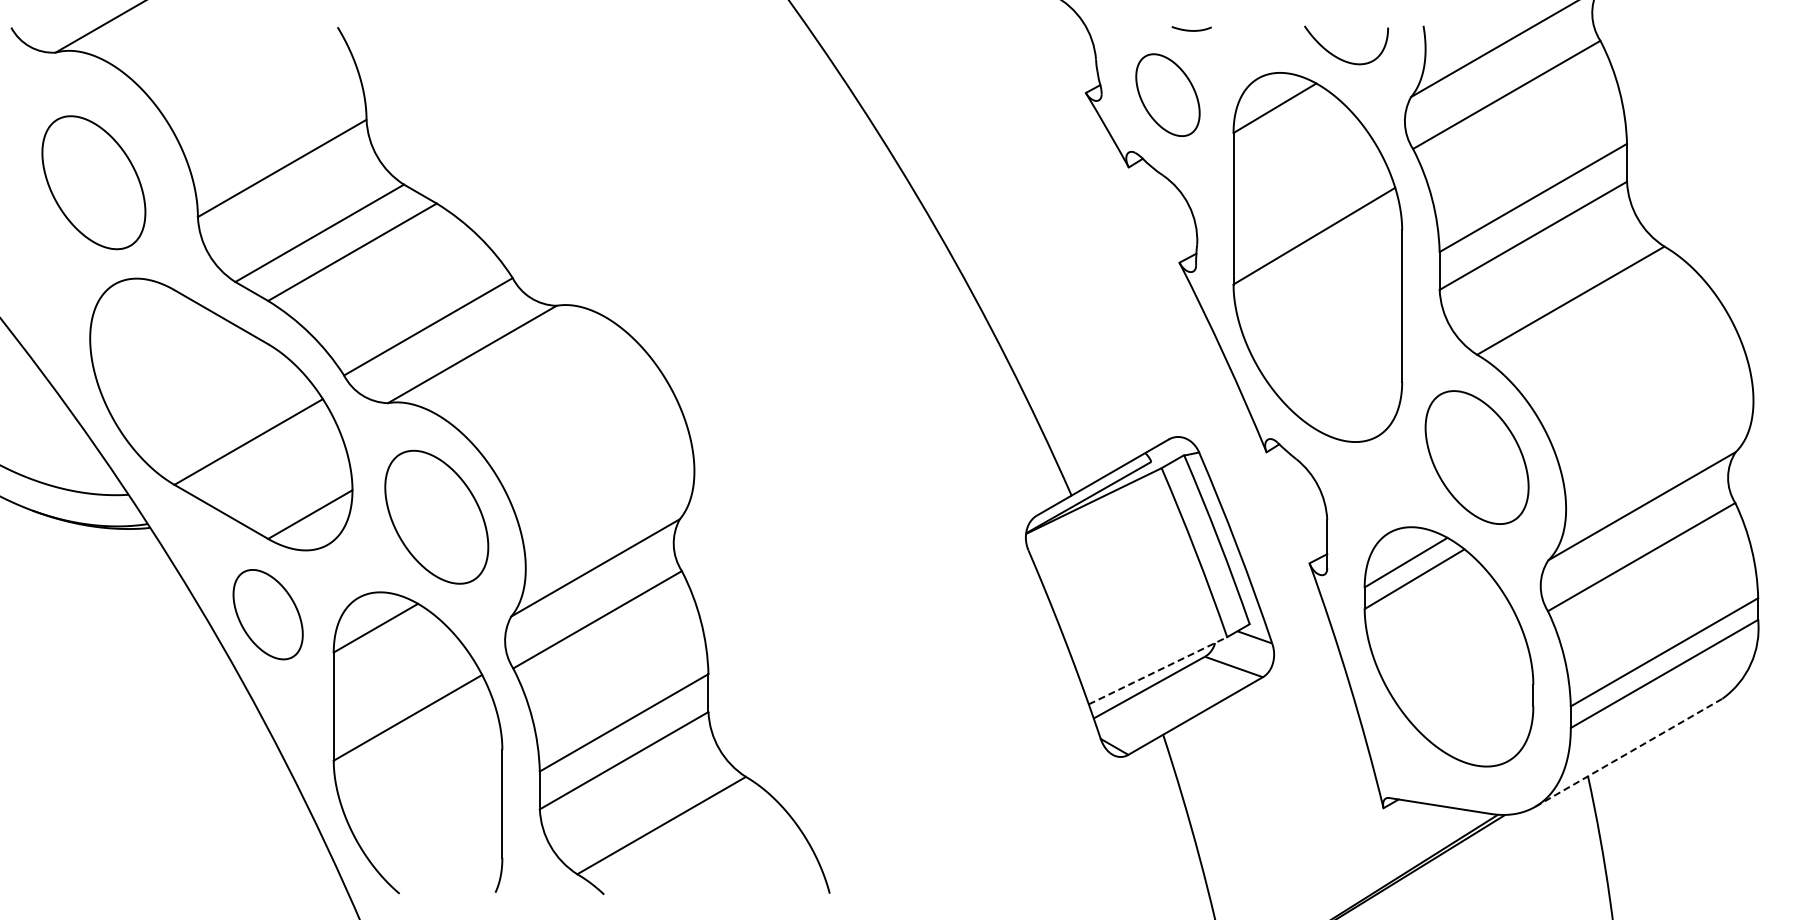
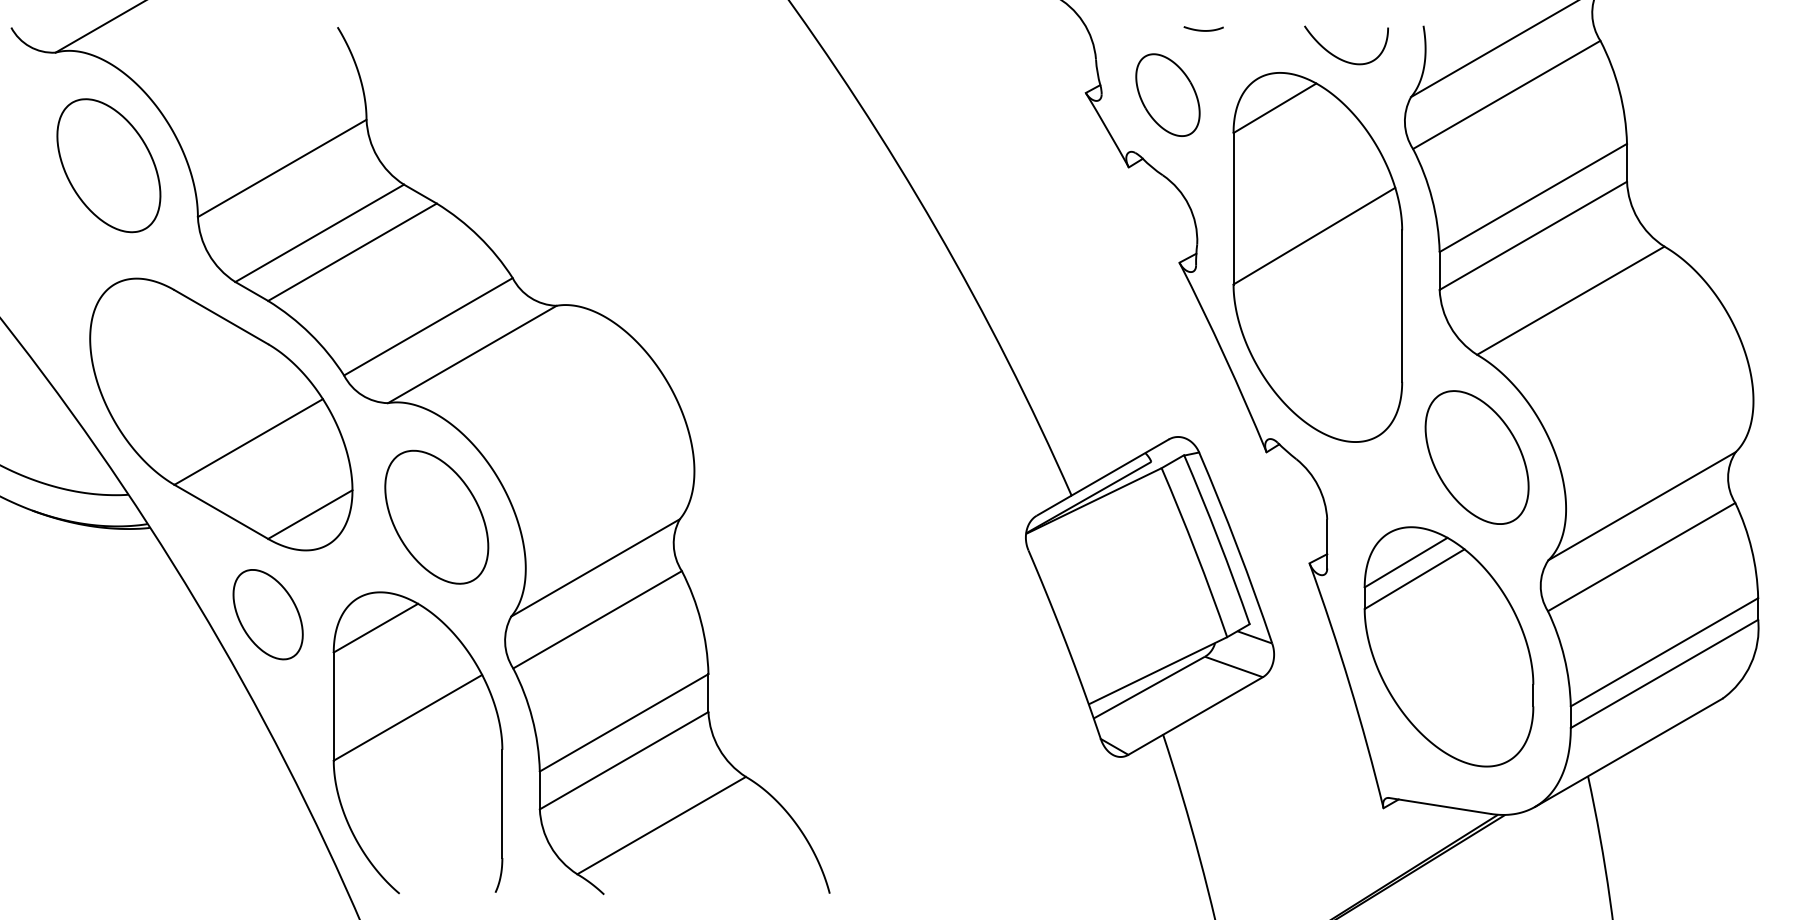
curve at (1191, 30) position: (1191, 30) -> (1203, 30)
part at (93, 182) position: (93, 182) -> (108, 165)
line at (1158, 670): dashed -> solid
line at (1629, 752): dashed -> solid
